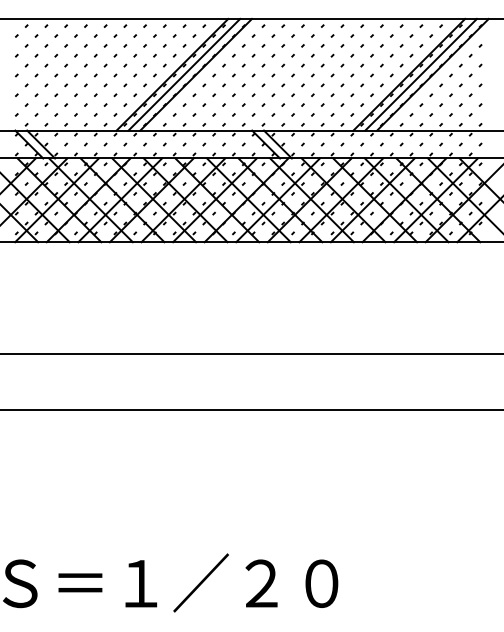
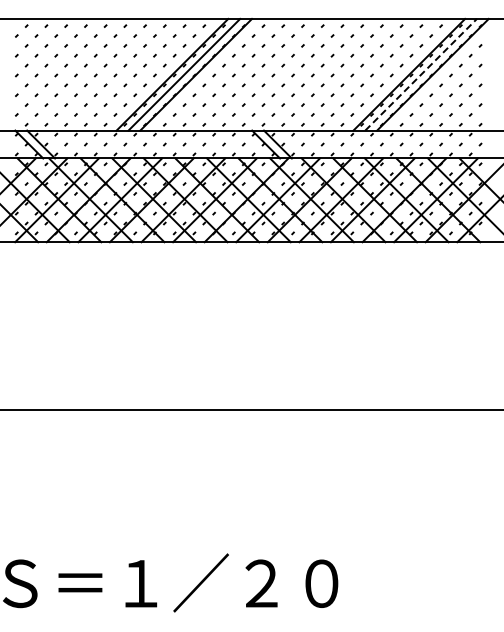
line at (421, 74): solid -> dashed
line at (251, 353): present -> none
